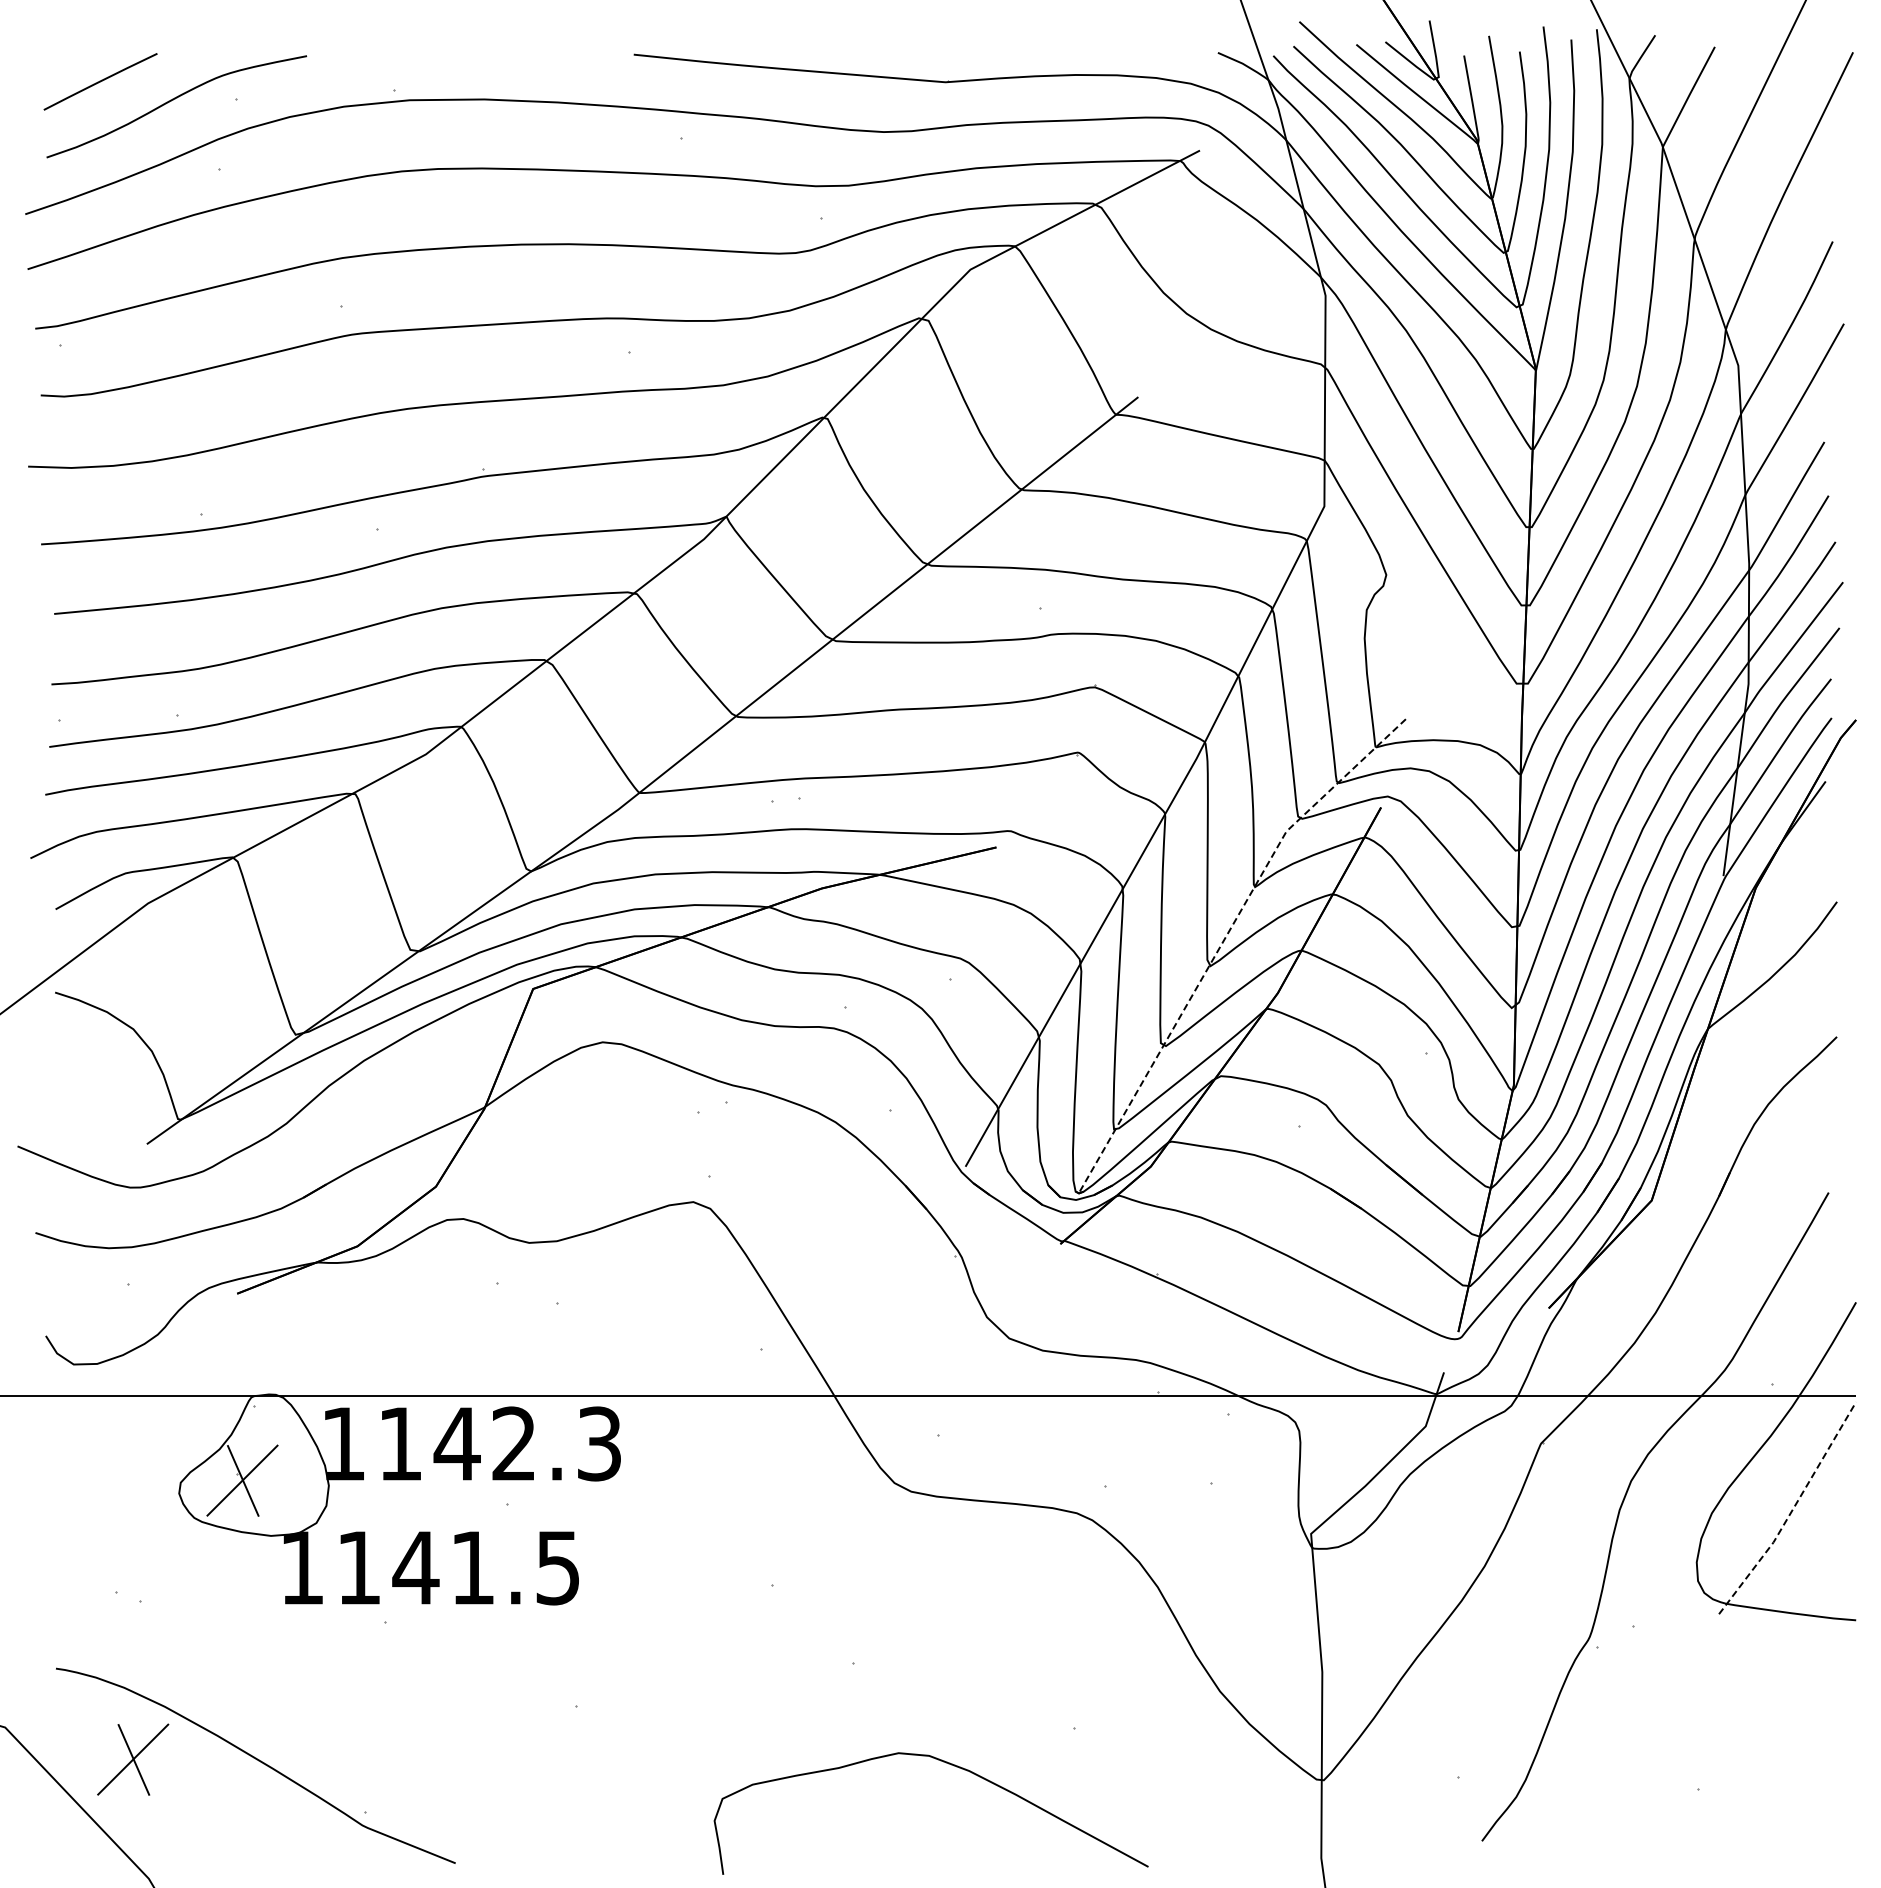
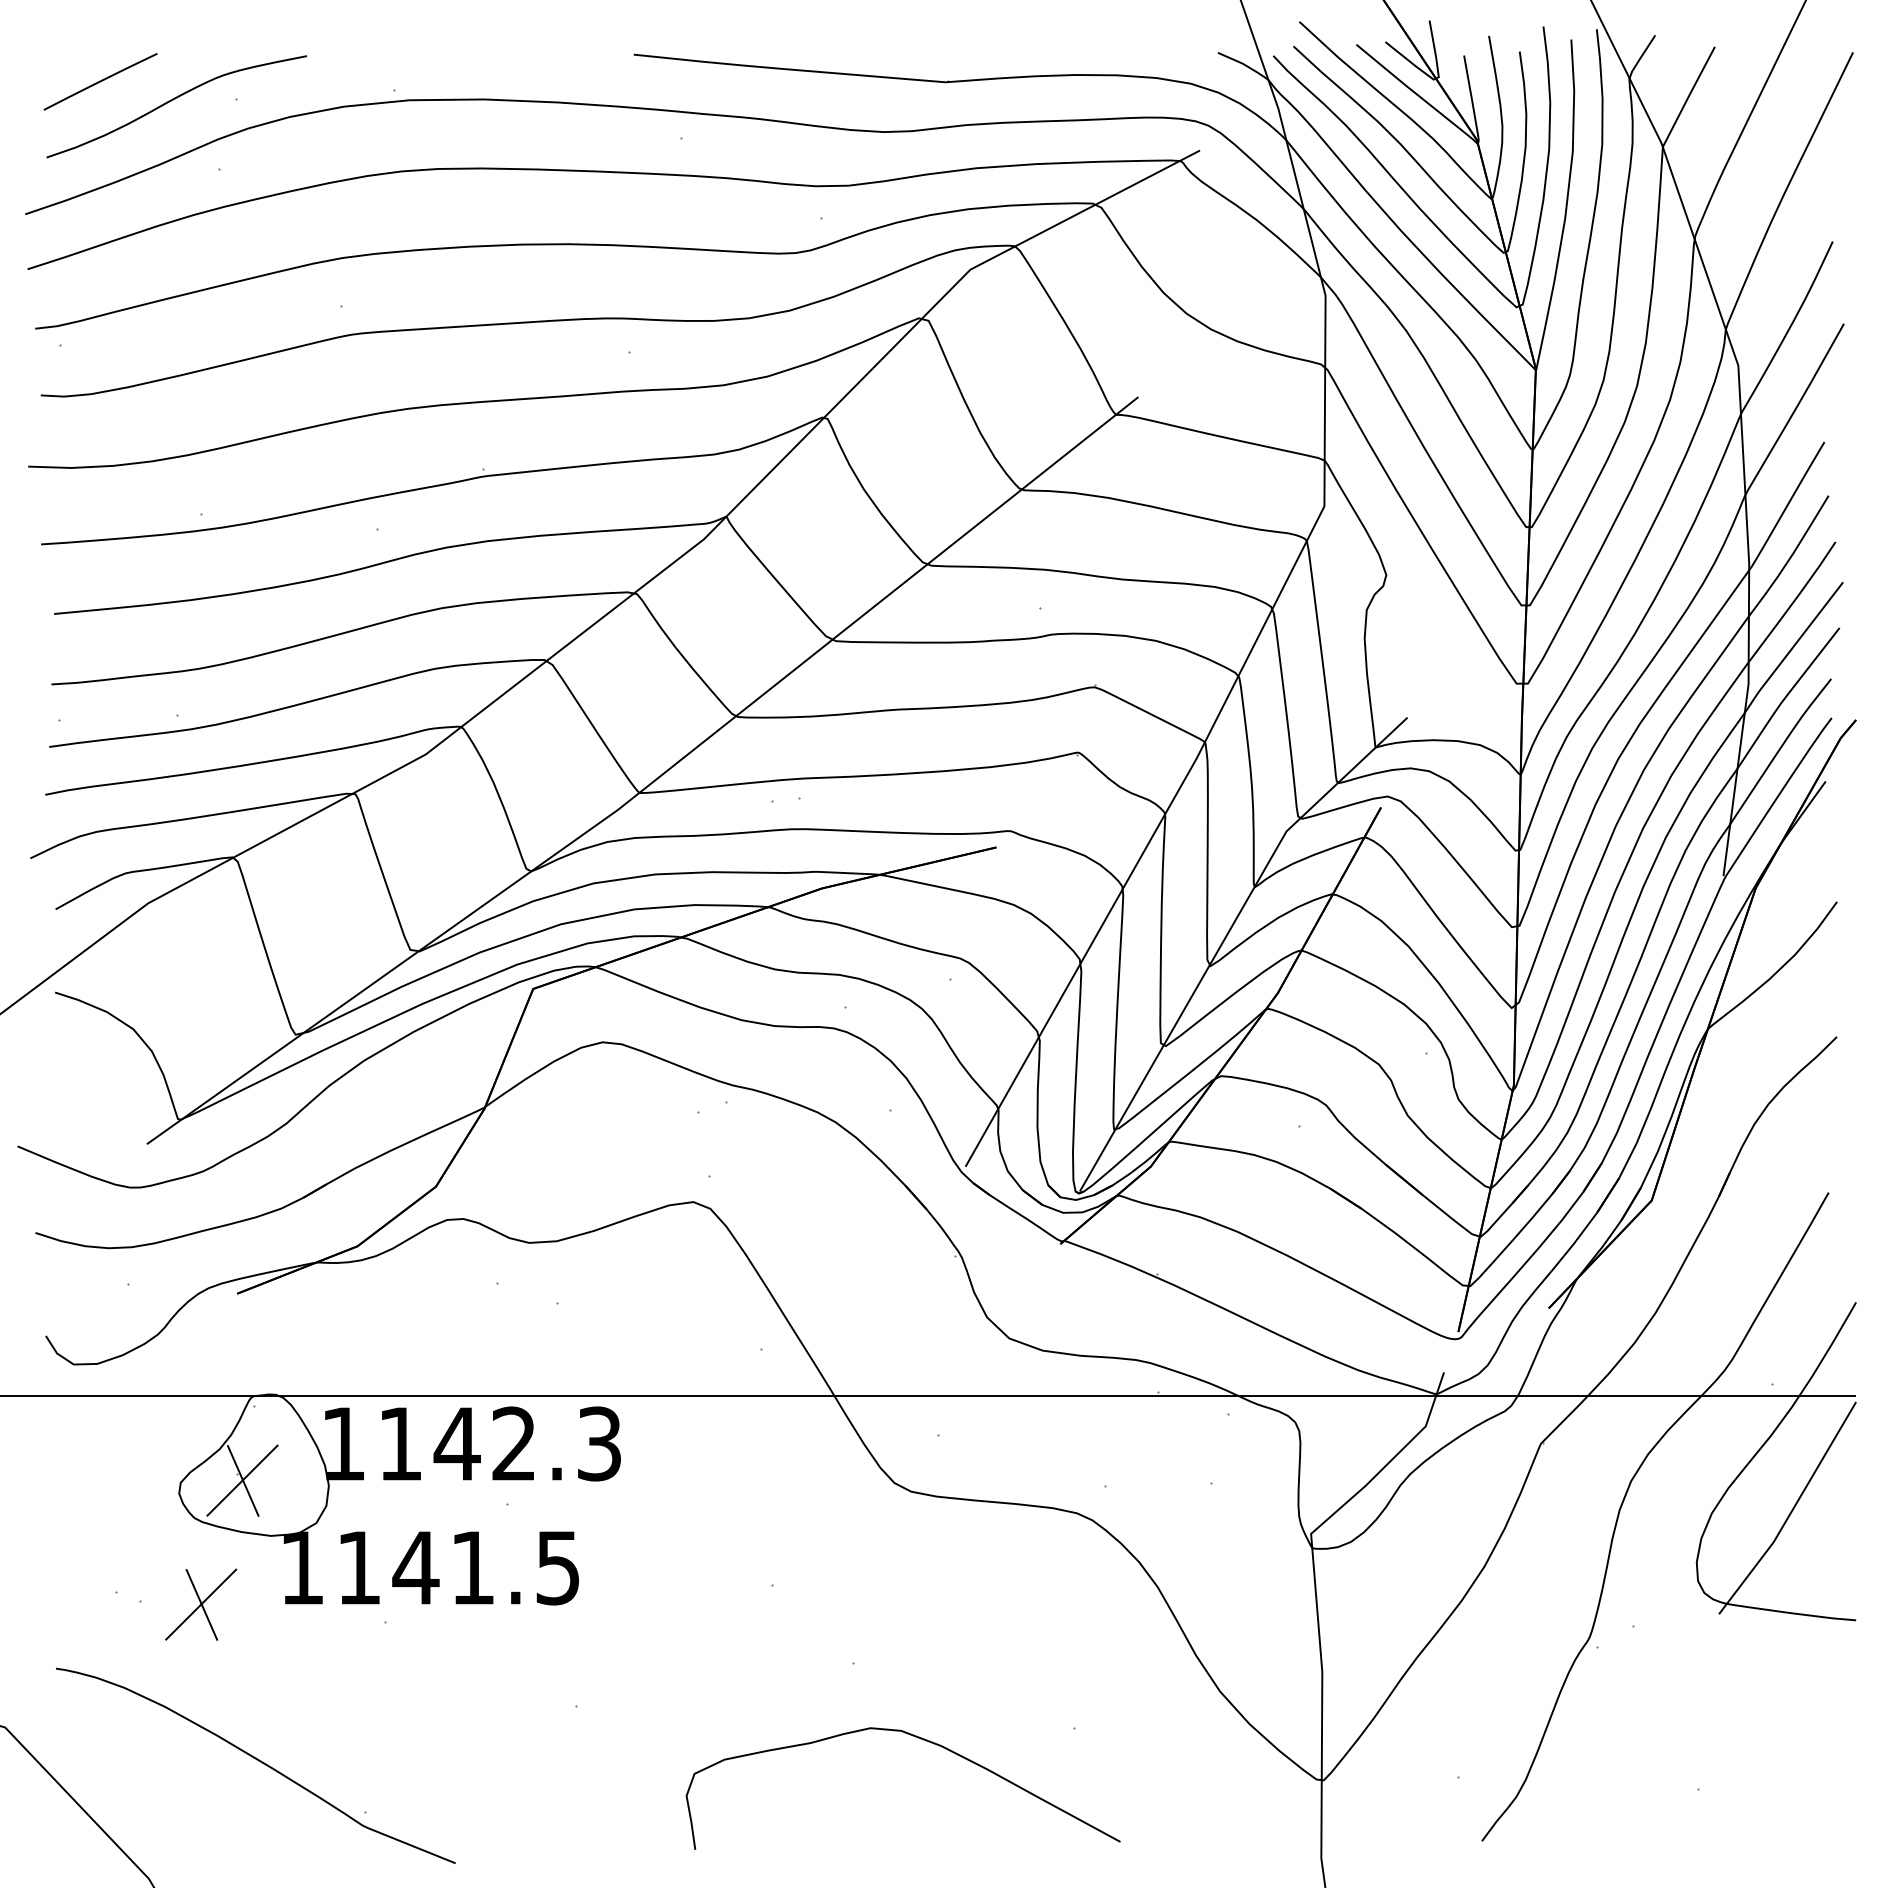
line at (1224, 938): dashed -> solid
line at (1791, 1511): dashed -> solid
part at (133, 1759) position: (133, 1759) -> (201, 1604)
curve at (948, 1764) position: (948, 1764) -> (920, 1739)
